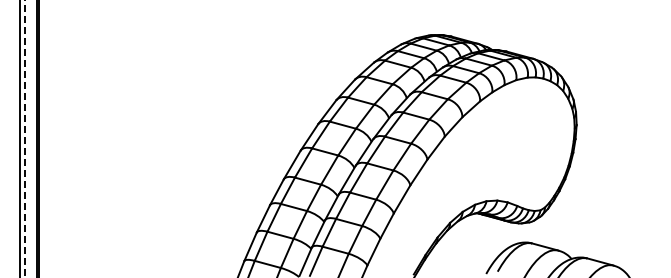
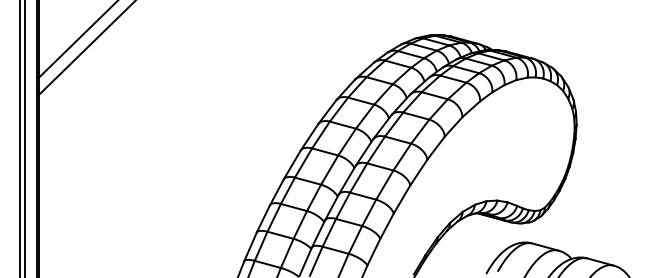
line at (77, 39): none -> present
line at (86, 48): none -> present
line at (24, 139): dashed -> solid
